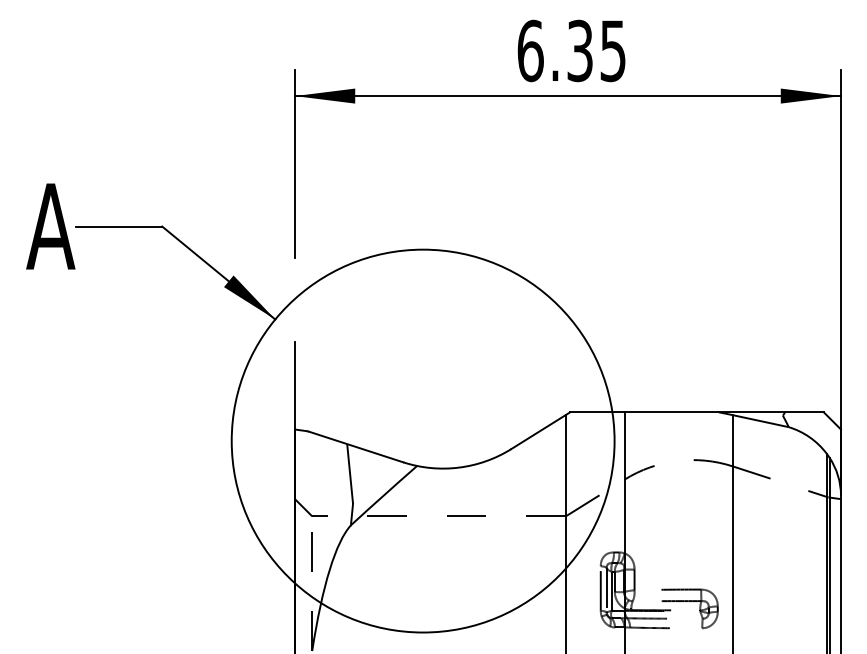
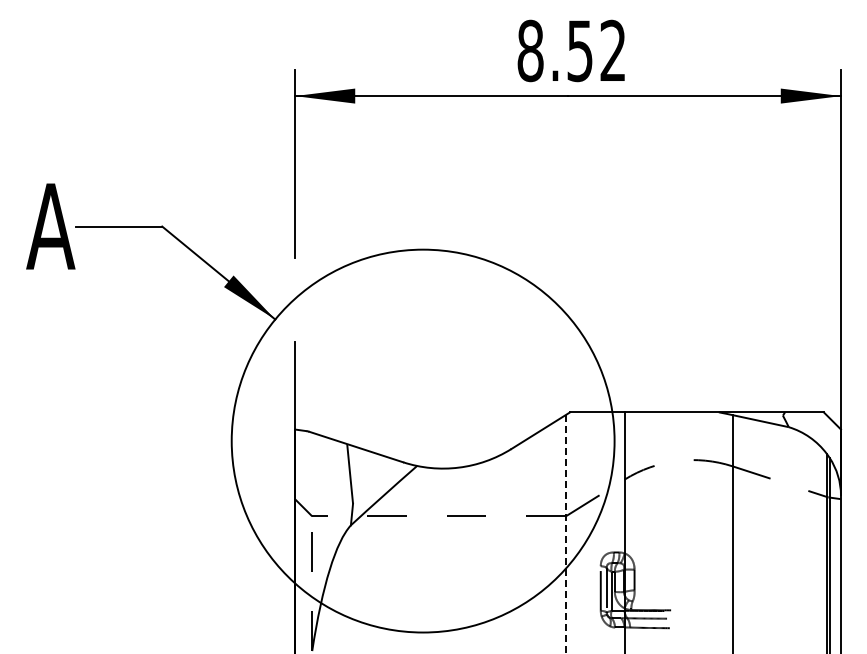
text at (571, 50): 6.35 -> 8.52
line at (565, 534): solid -> dashed
part at (689, 601): present -> none
